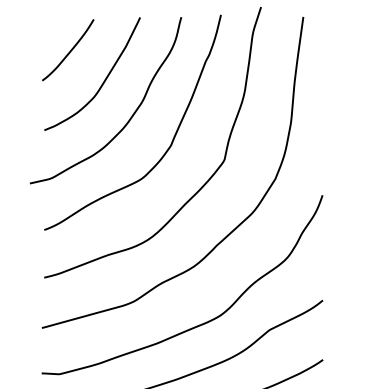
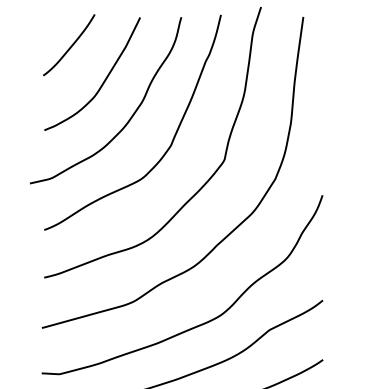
curve at (69, 51) position: (69, 51) -> (70, 46)
